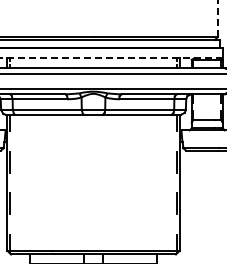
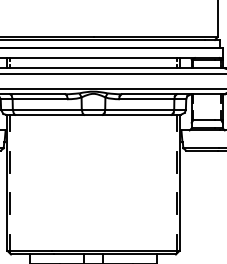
line at (217, 18): dashed -> solid
line at (110, 58): dashed -> solid
